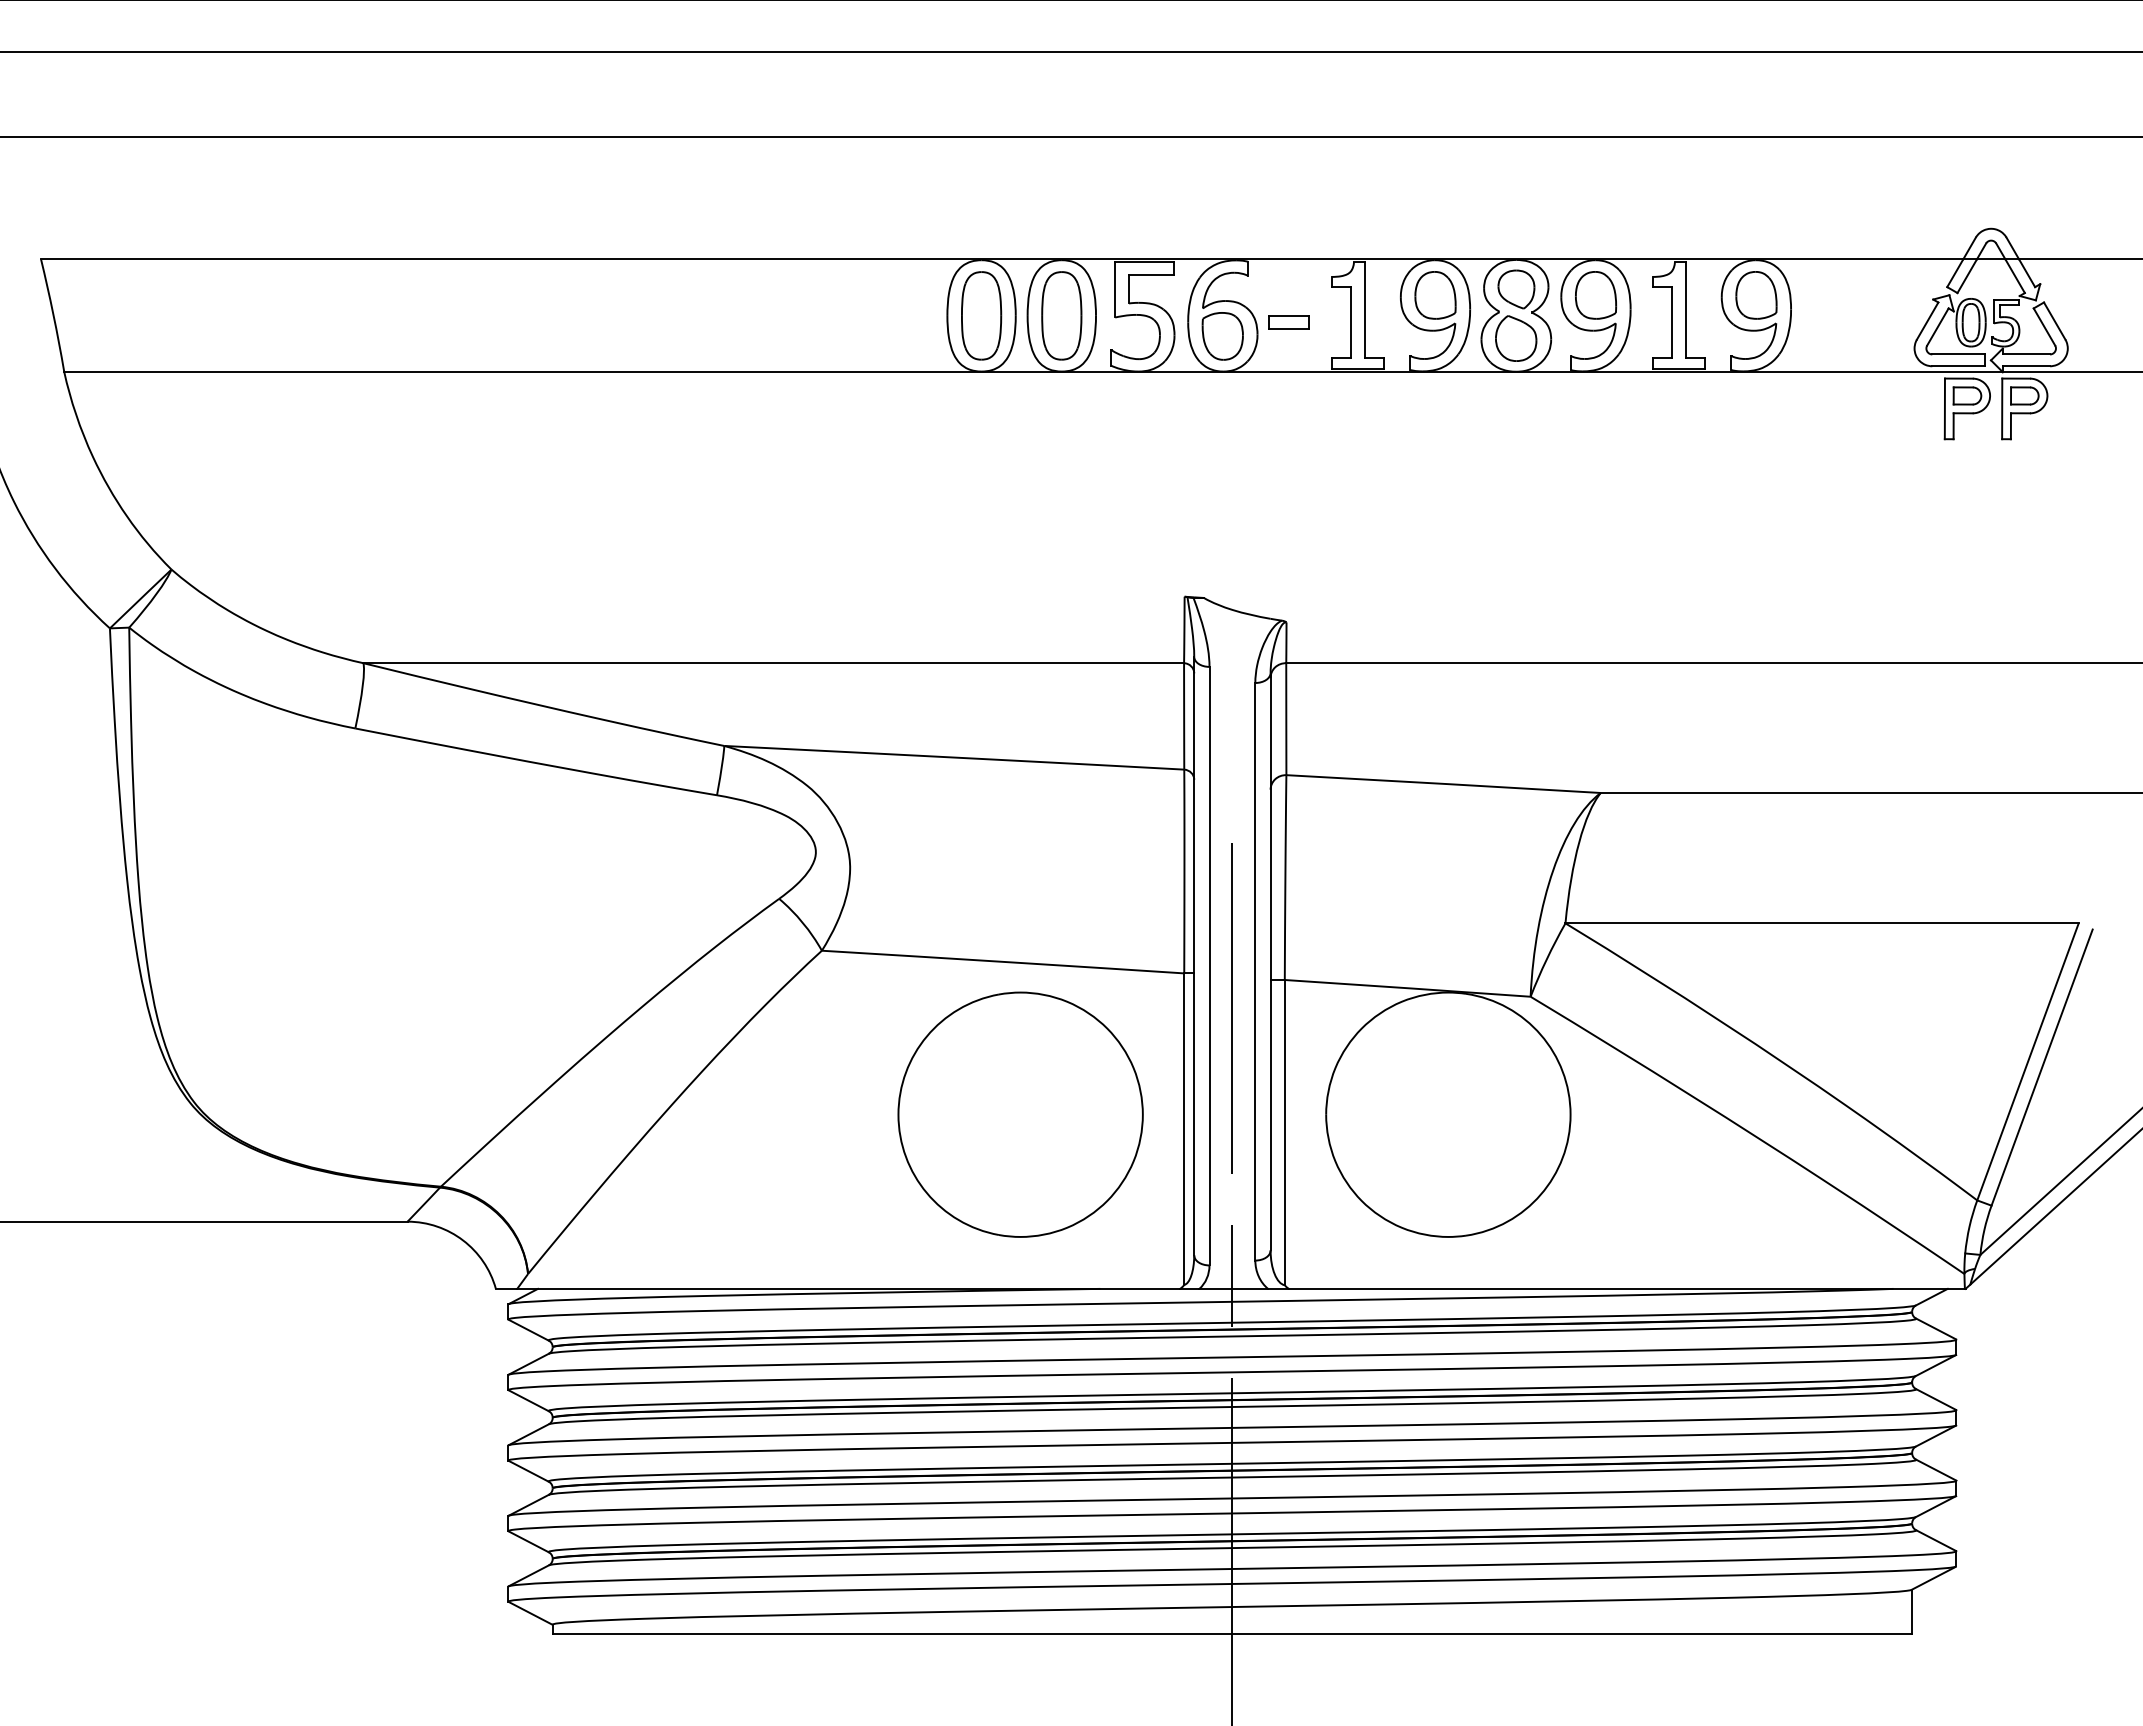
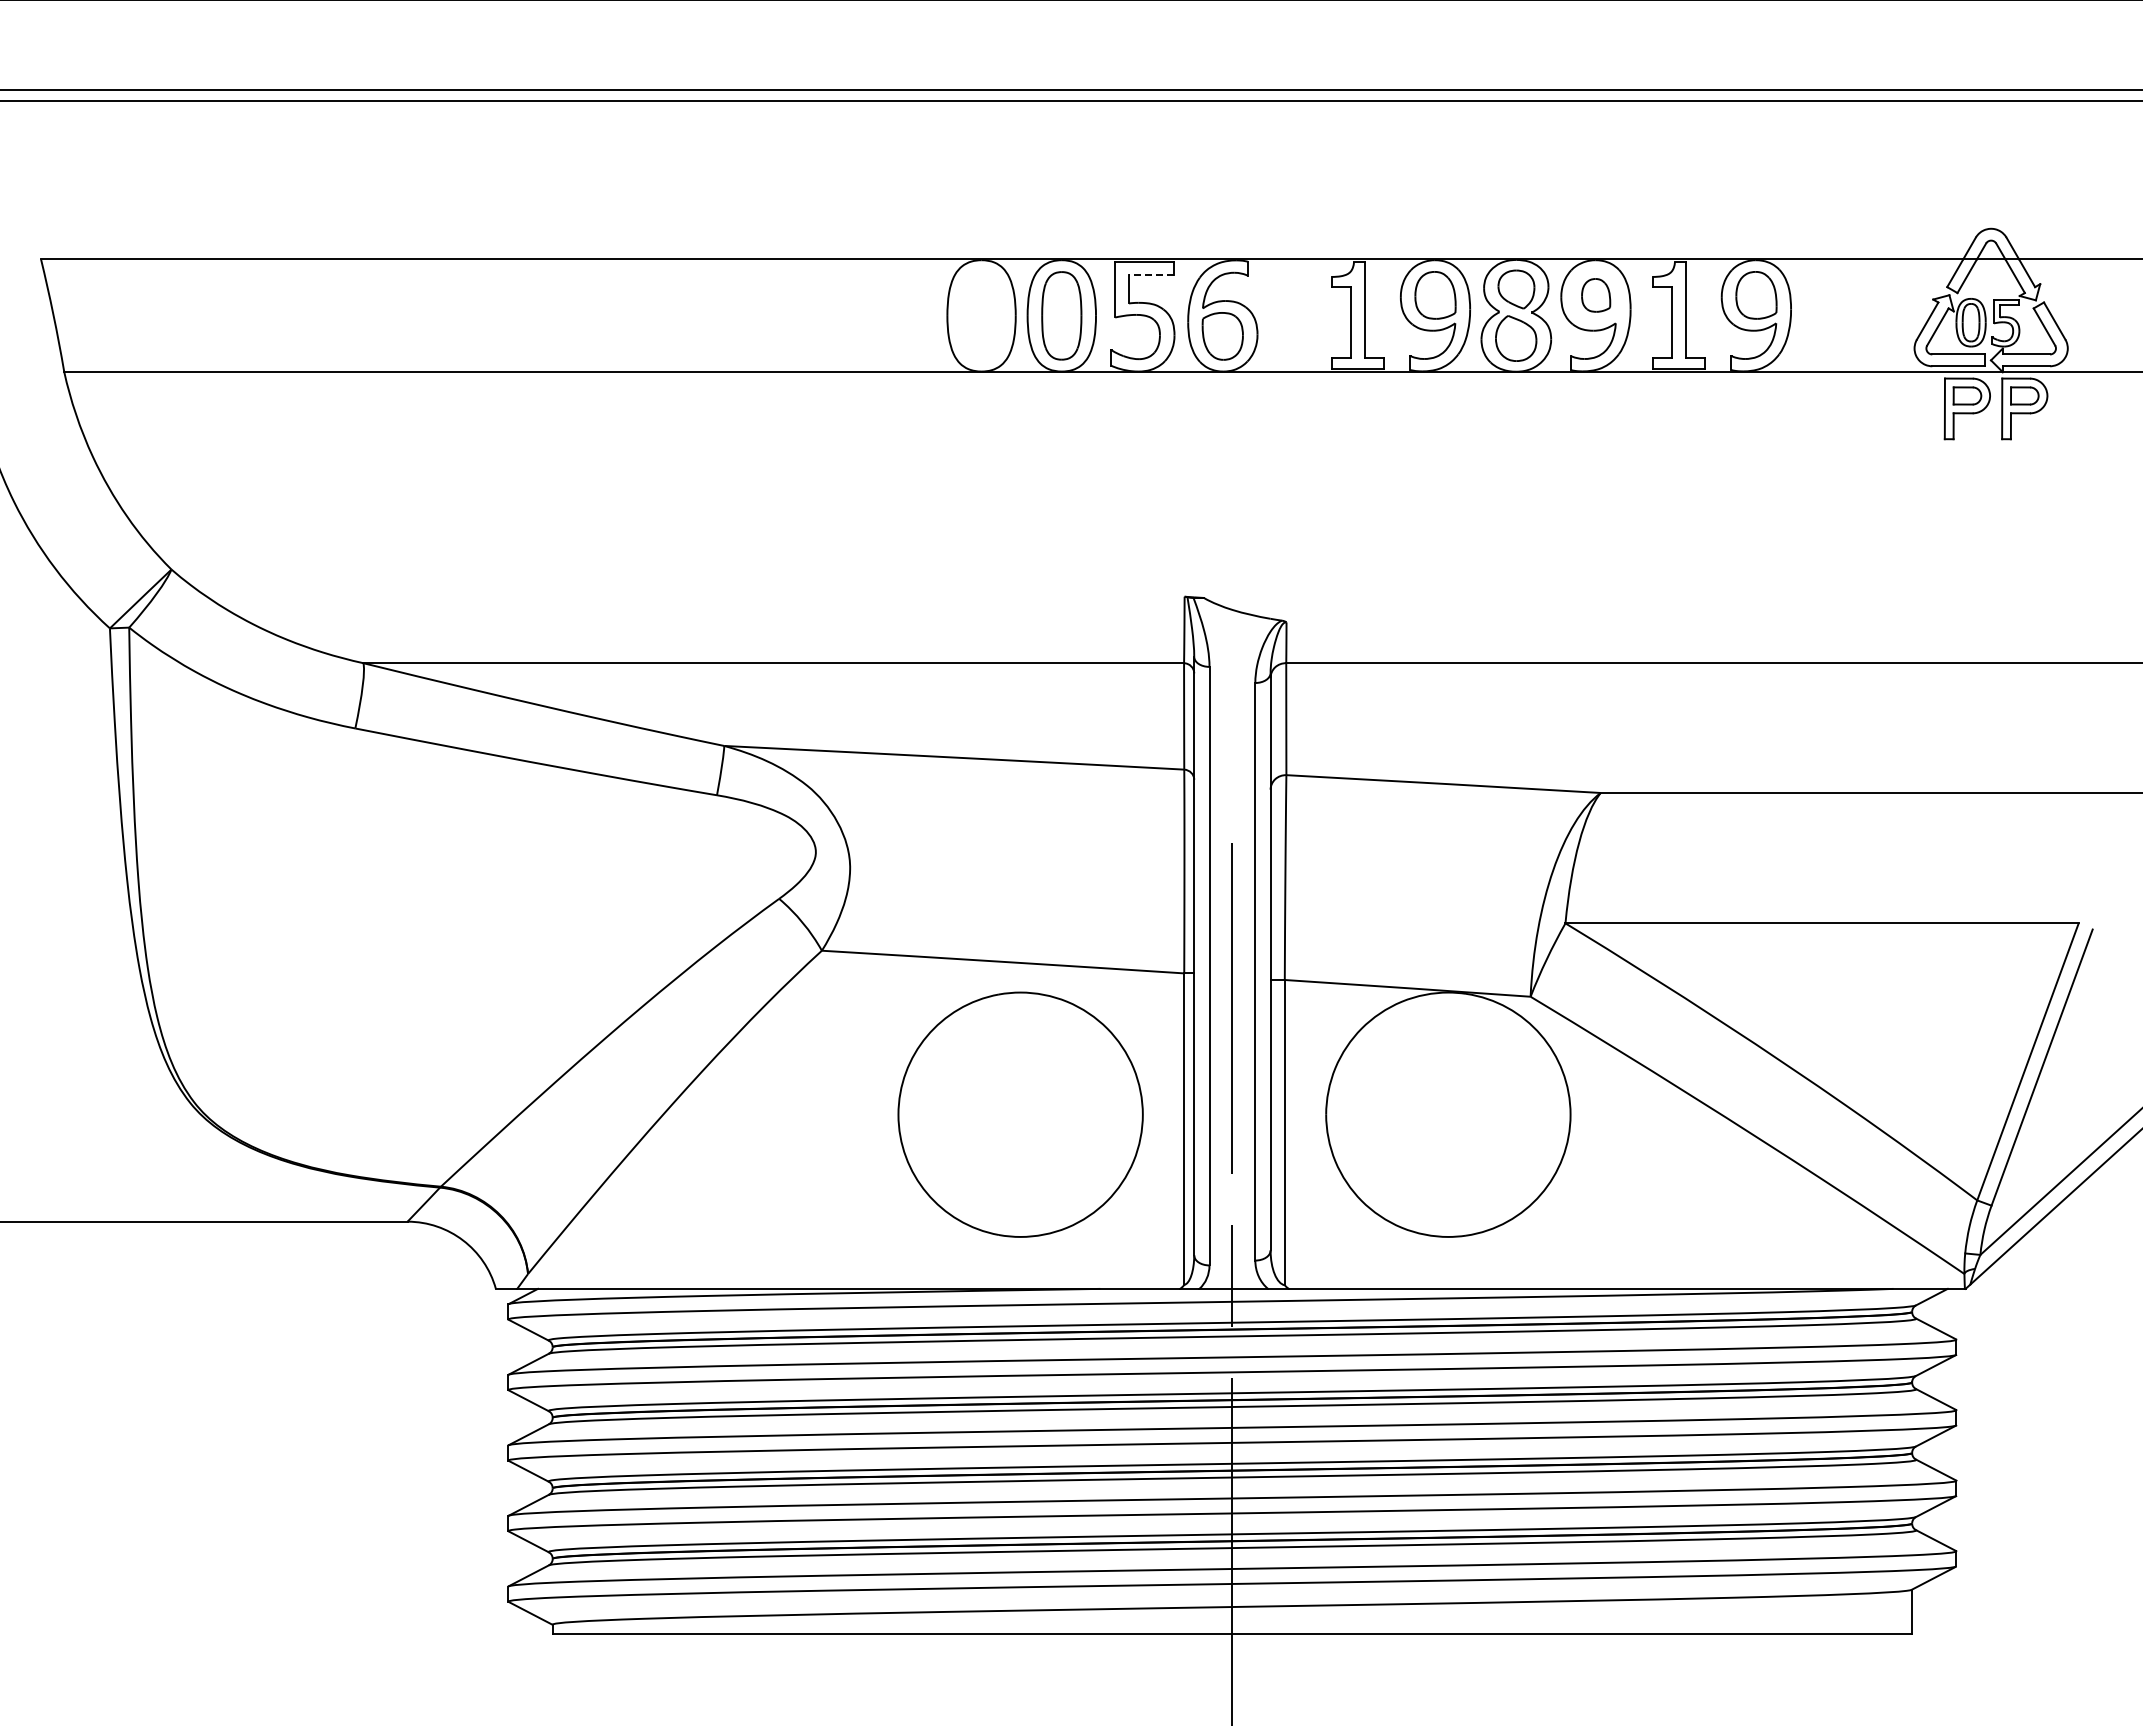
line at (1070, 51) position: (1070, 51) -> (1070, 89)
line at (1070, 137) position: (1070, 137) -> (1070, 101)
line at (1150, 274): solid -> dashed
part at (1596, 295) size: 43x49 px -> 31x35 px
part at (981, 315): present -> none
part at (1288, 322): present -> none
